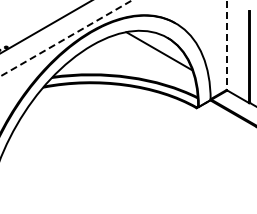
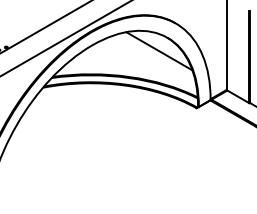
line at (65, 38): dashed -> solid
line at (226, 45): dashed -> solid
